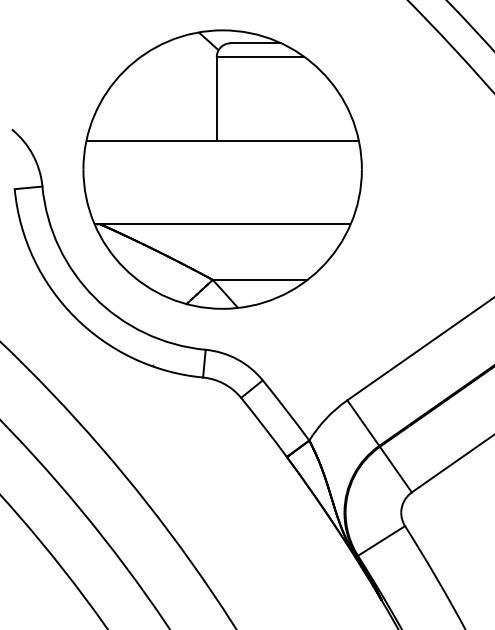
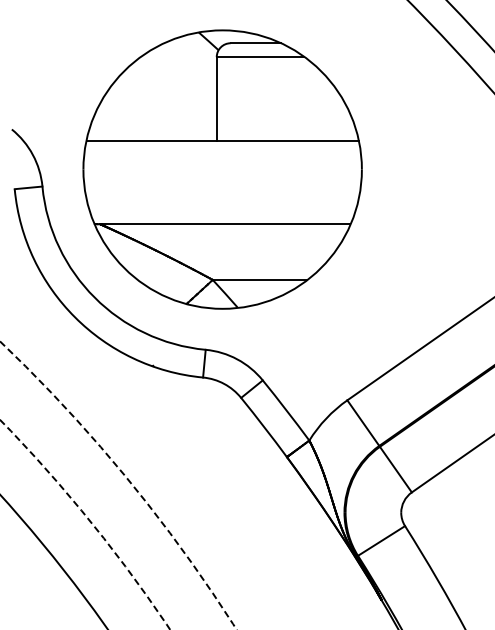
arc at (127, 478): solid -> dashed
arc at (89, 520): solid -> dashed
